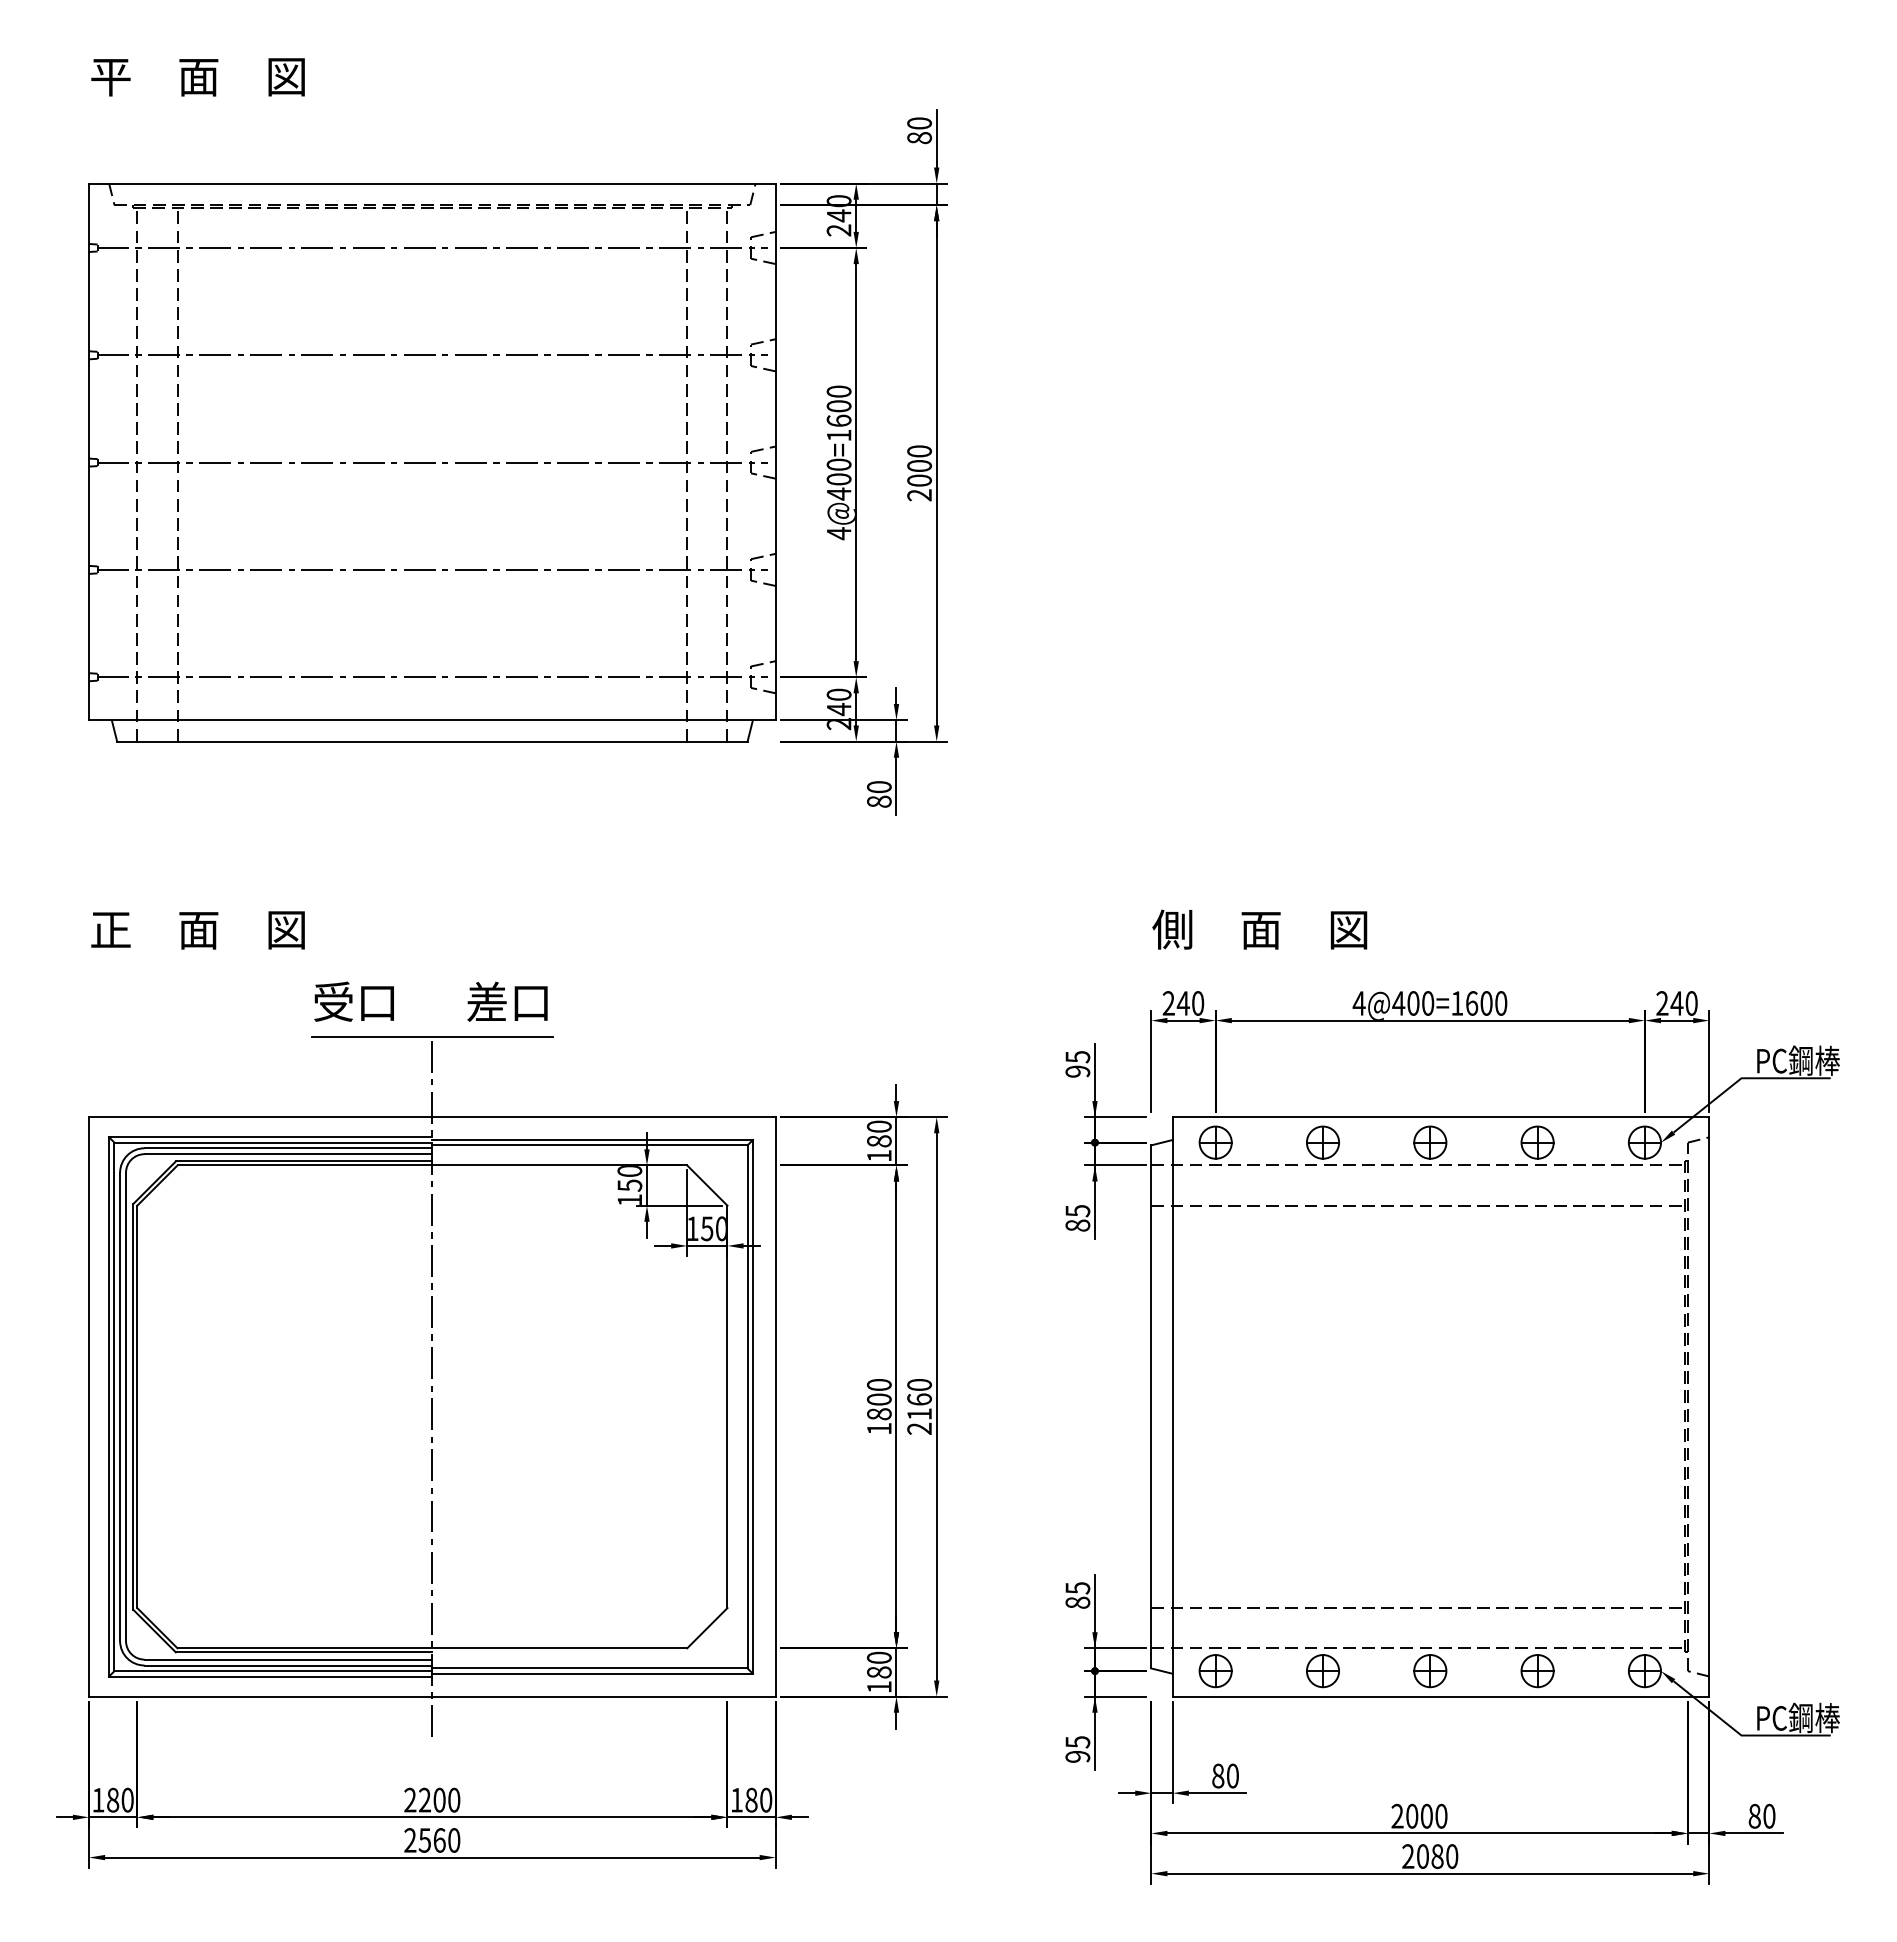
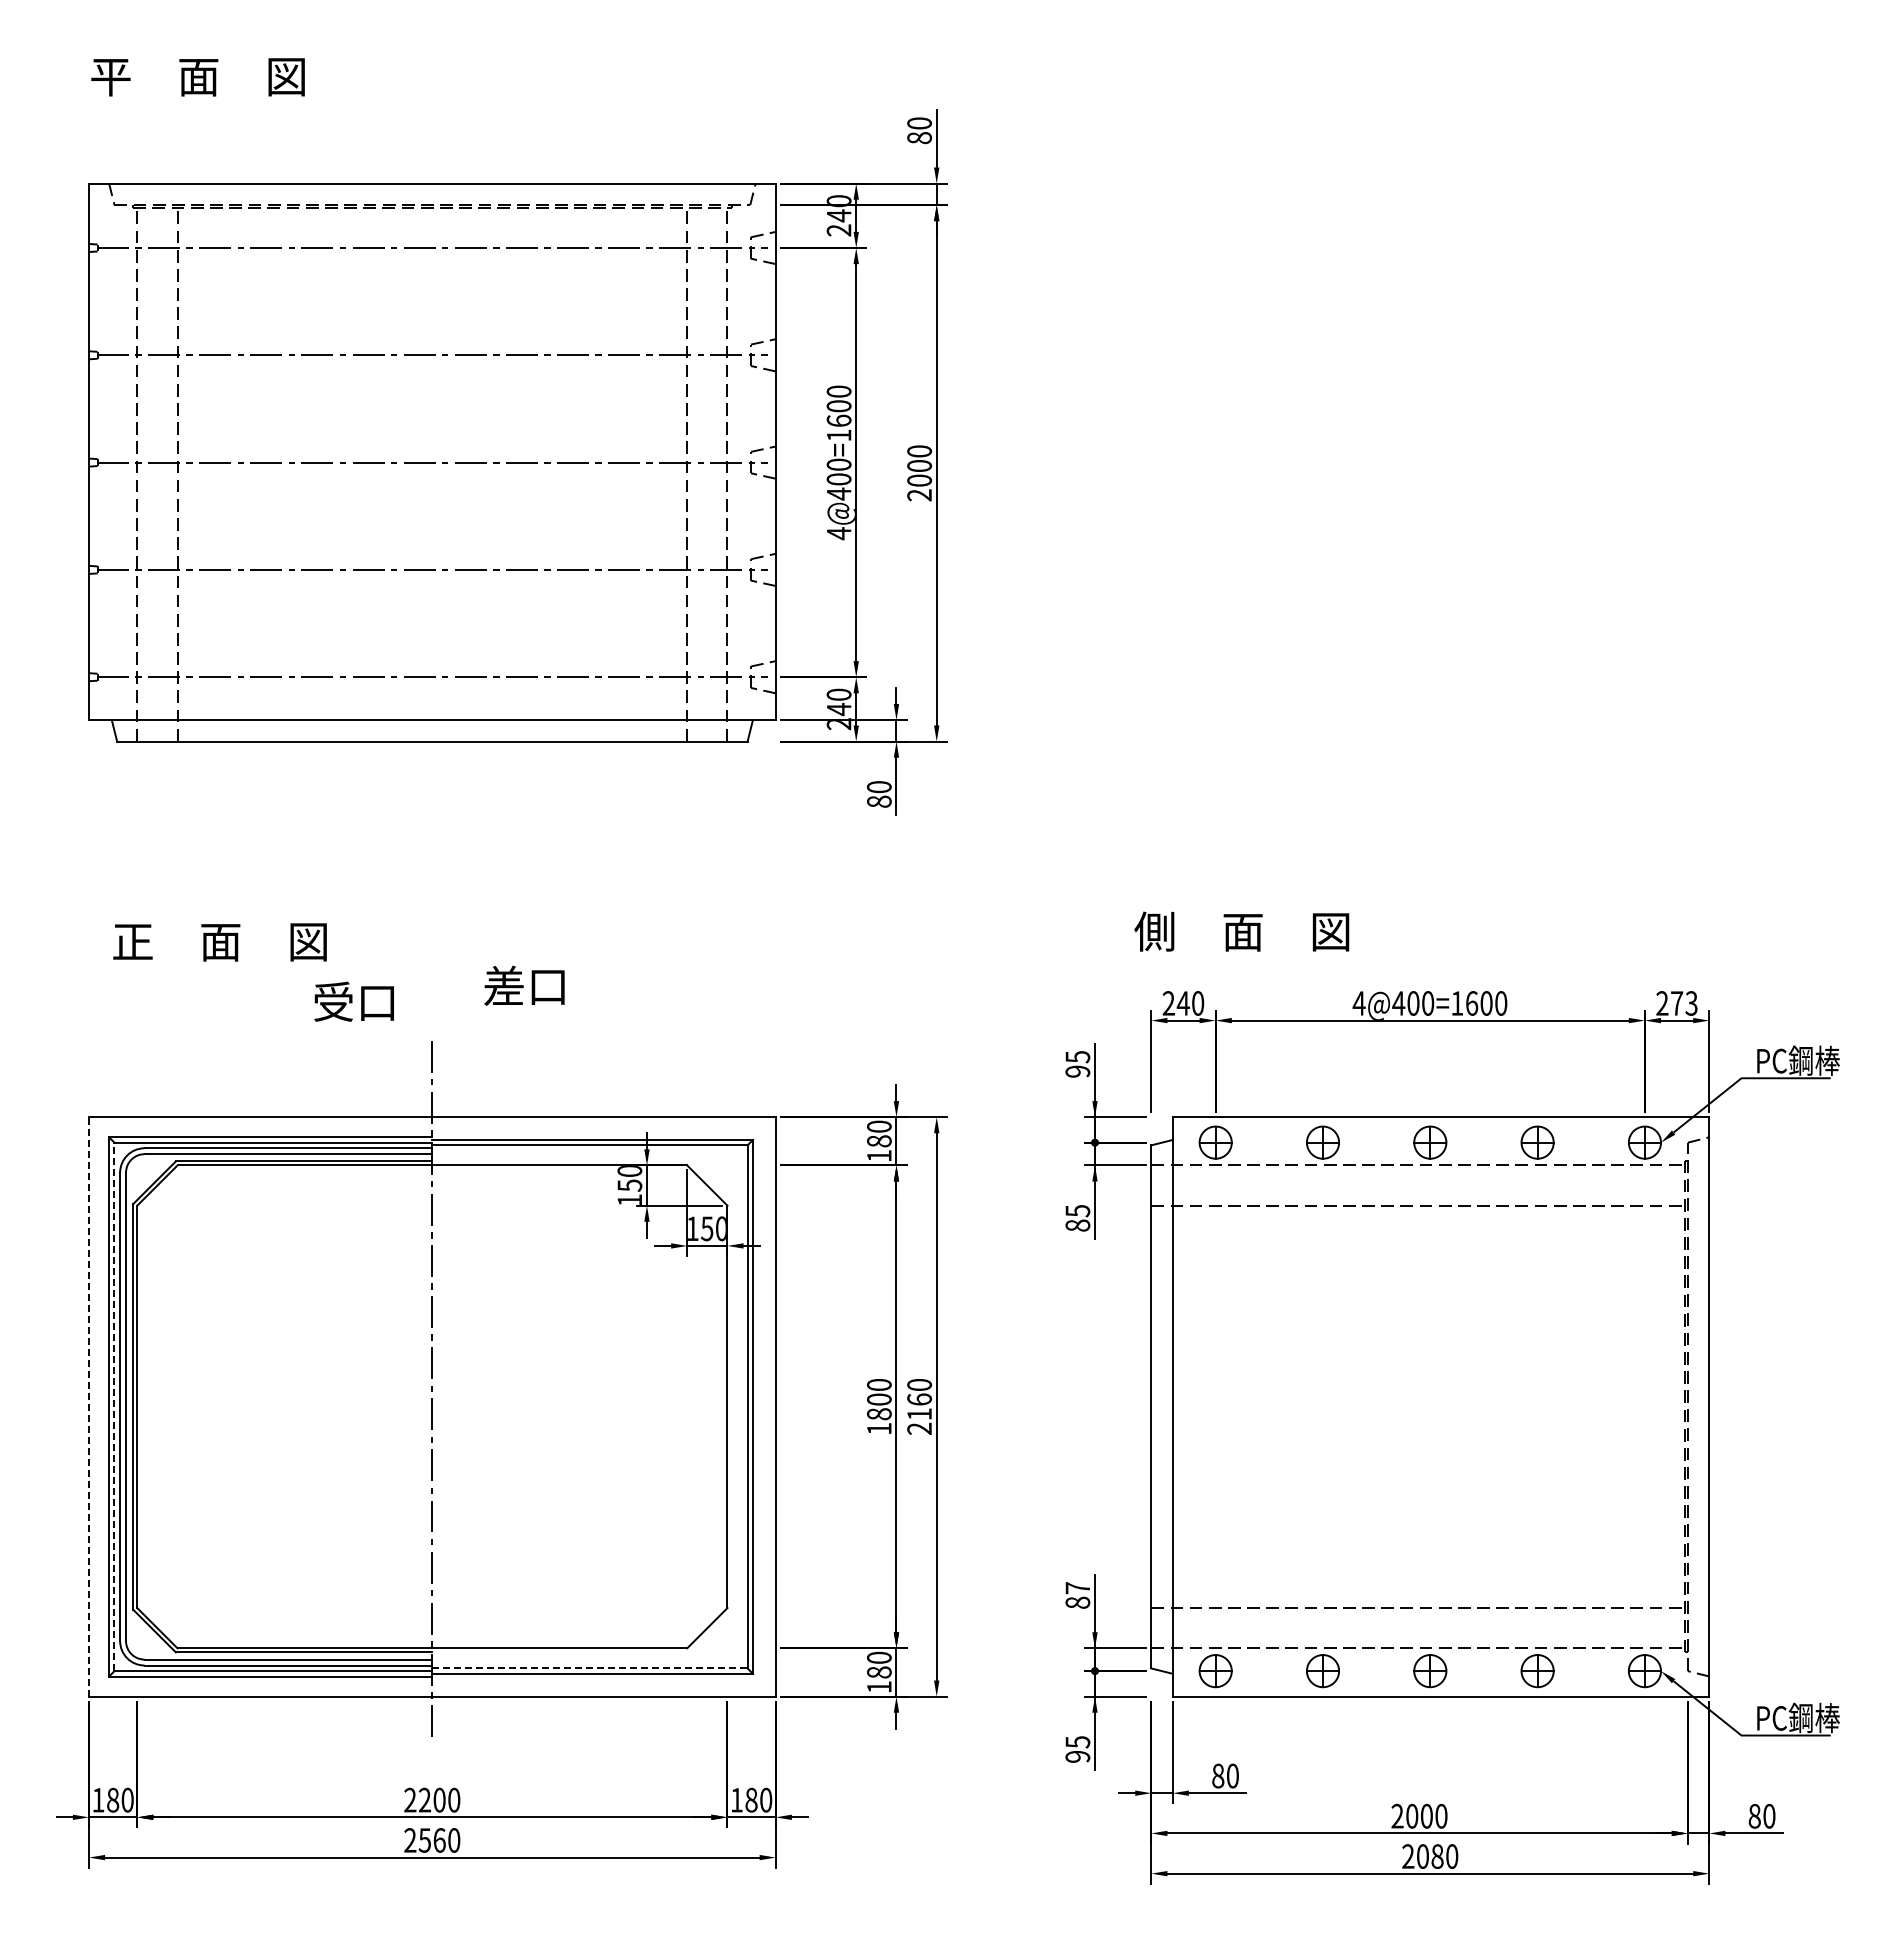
text at (1259, 929) position: (1259, 929) -> (1241, 931)
text at (197, 930) position: (197, 930) -> (219, 942)
text at (507, 1001) position: (507, 1001) -> (524, 985)
text at (1683, 1003): 240 -> 273
line at (432, 1036): present -> none
line at (89, 1406): solid -> dashed
line at (114, 1406): solid -> dashed
text at (1077, 1588): 85 -> 87
line at (589, 1668): solid -> dashed
